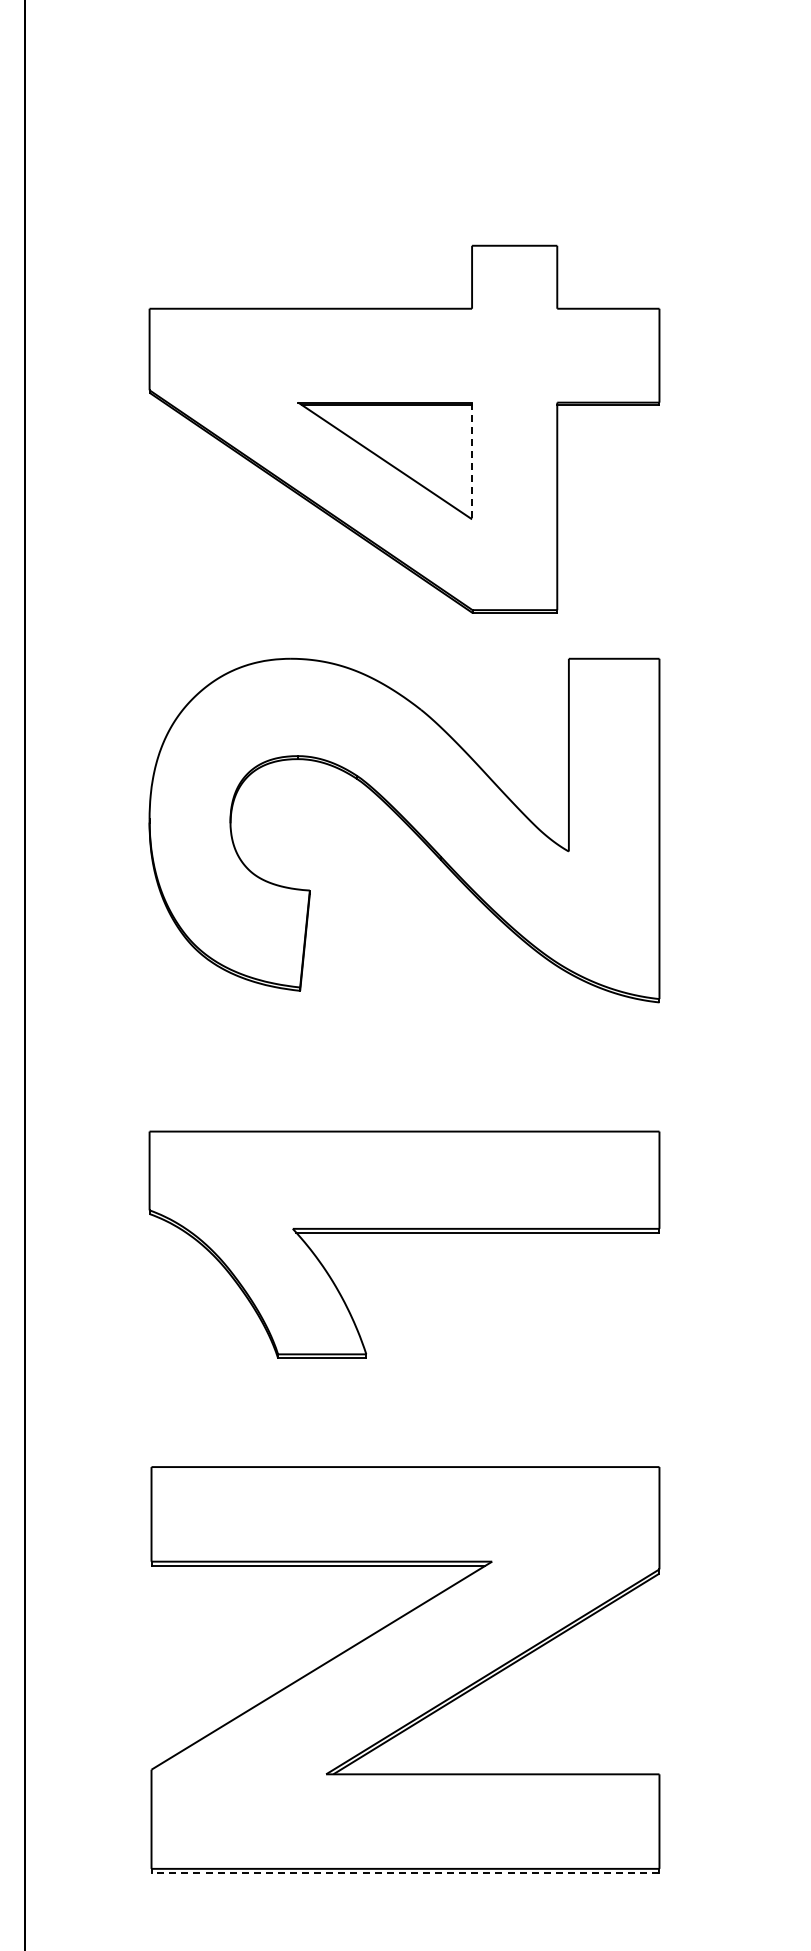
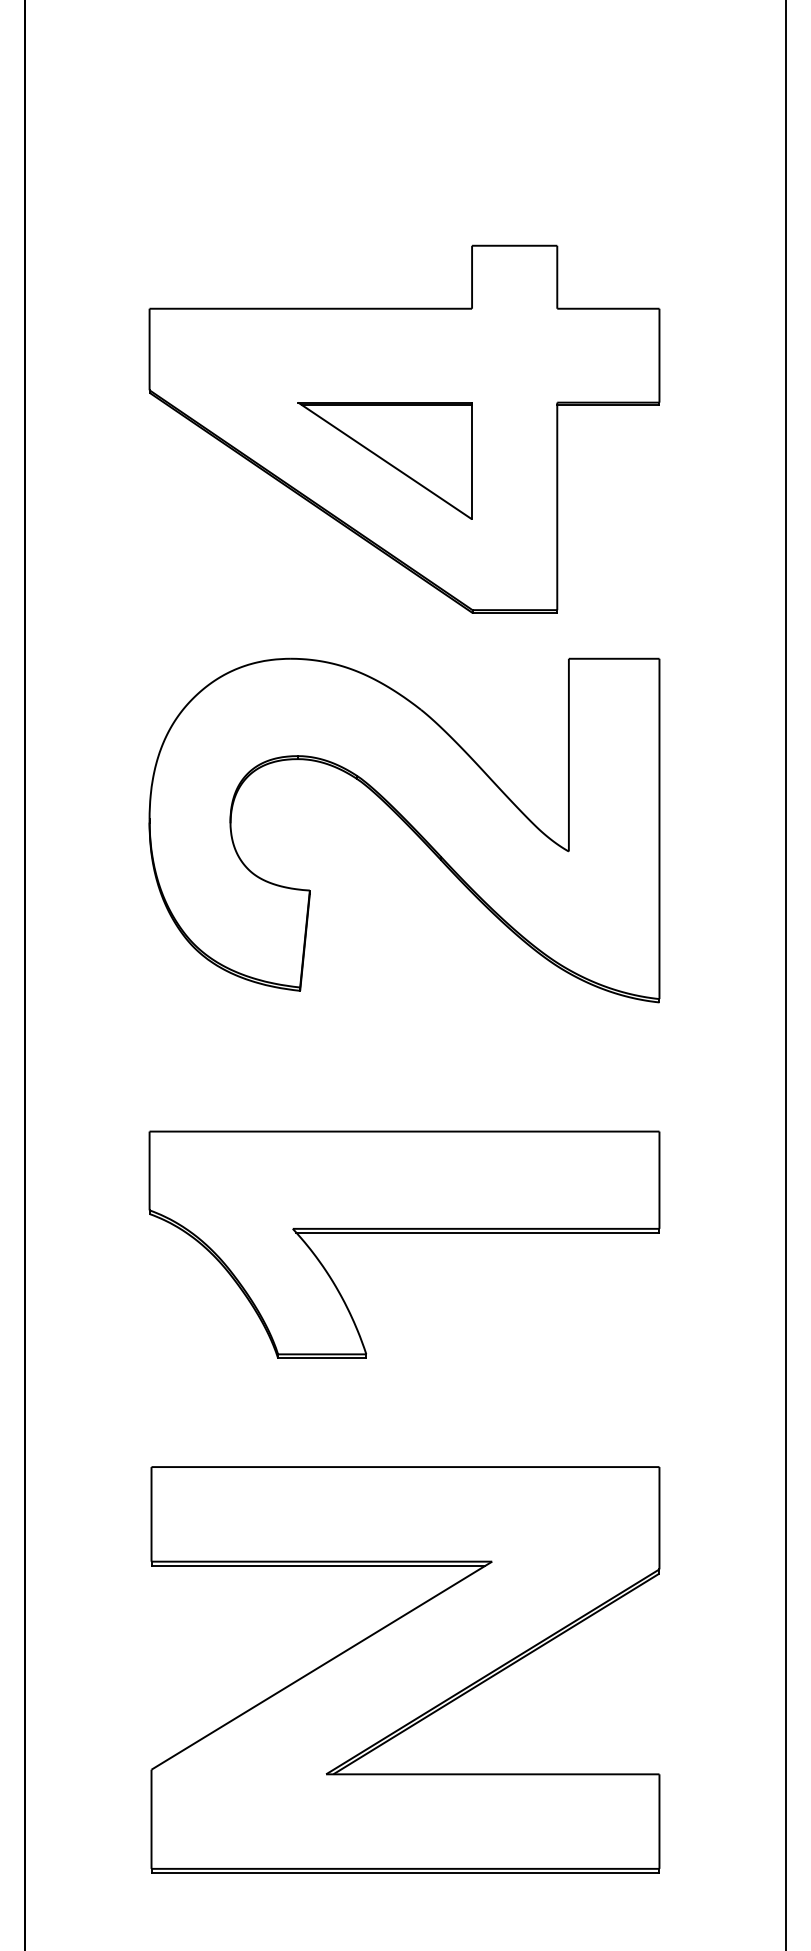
line at (472, 461): dashed -> solid
line at (786, 974): none -> present
line at (405, 1873): dashed -> solid
